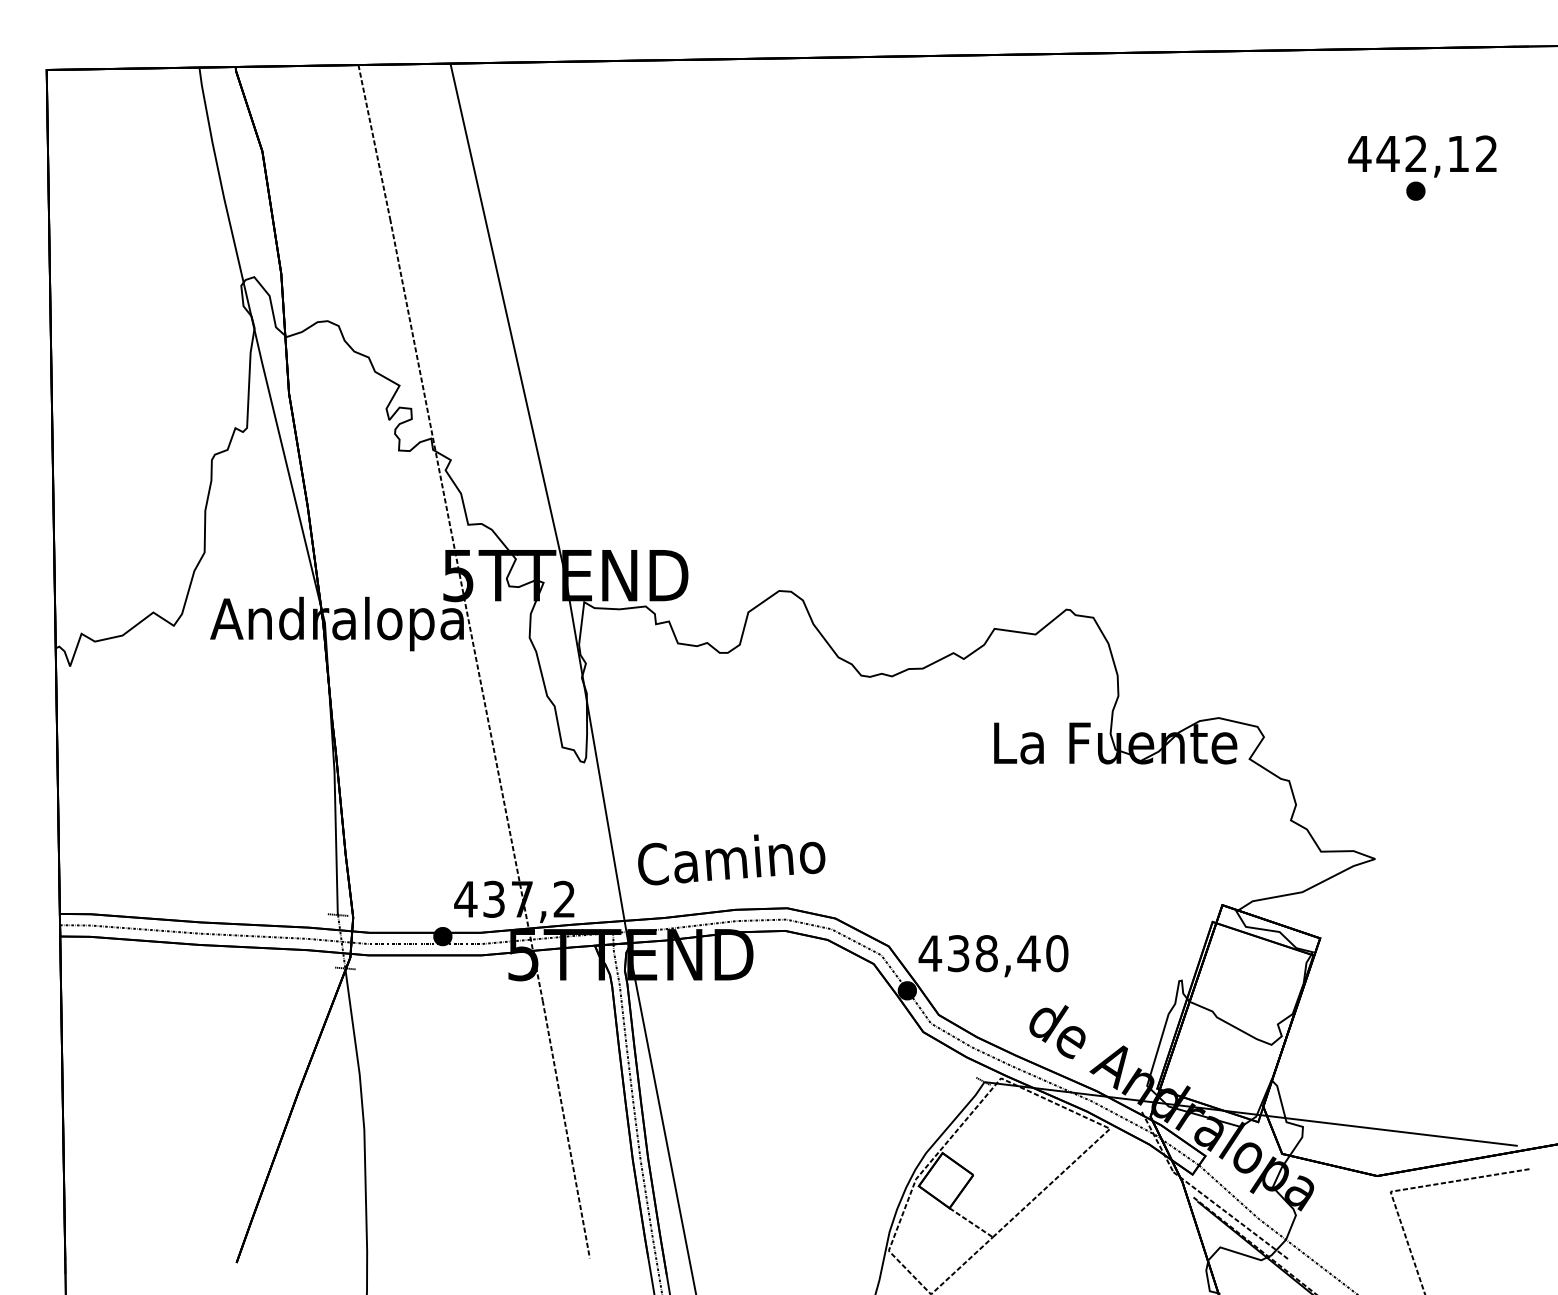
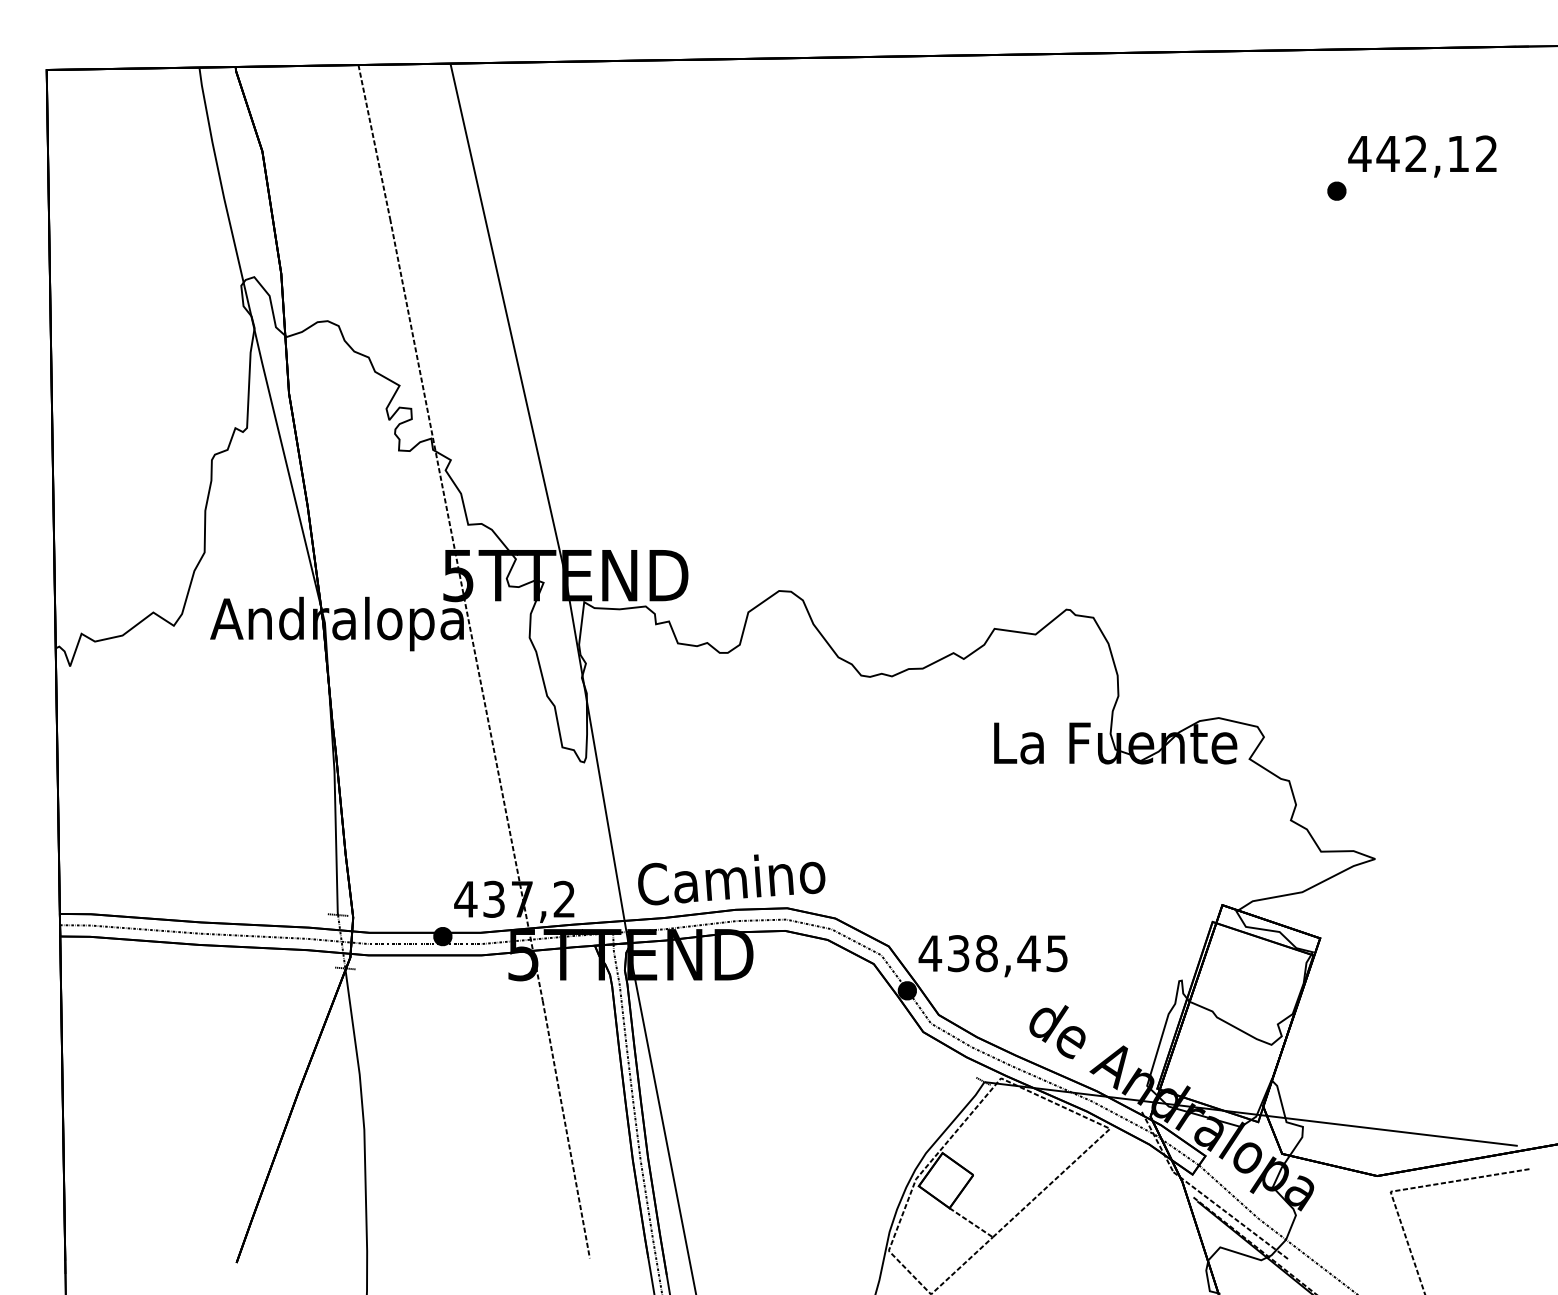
part at (1415, 190) position: (1415, 190) -> (1336, 190)
text at (731, 859) position: (731, 859) -> (731, 879)
text at (1057, 953): 438,40 -> 438,45
